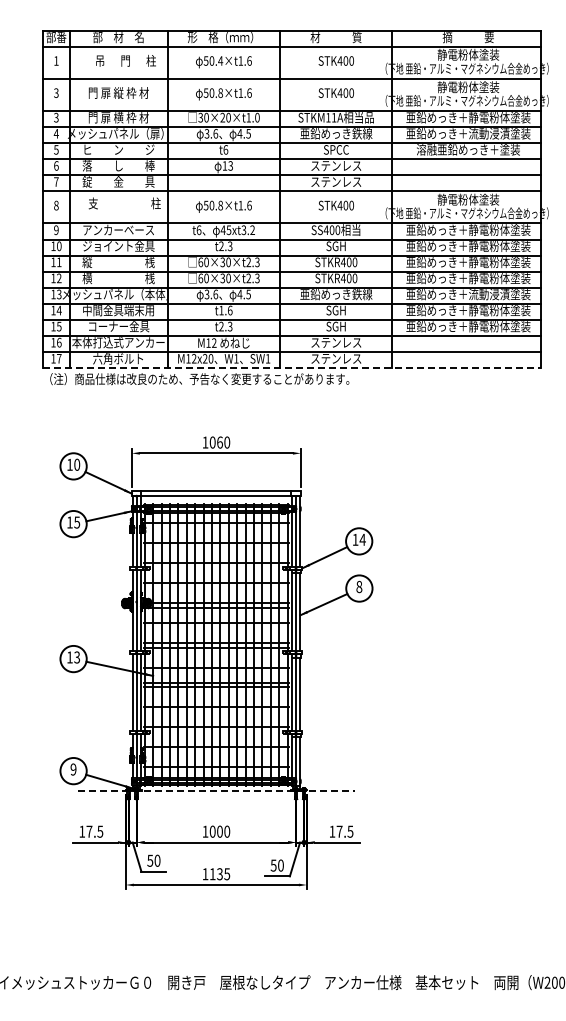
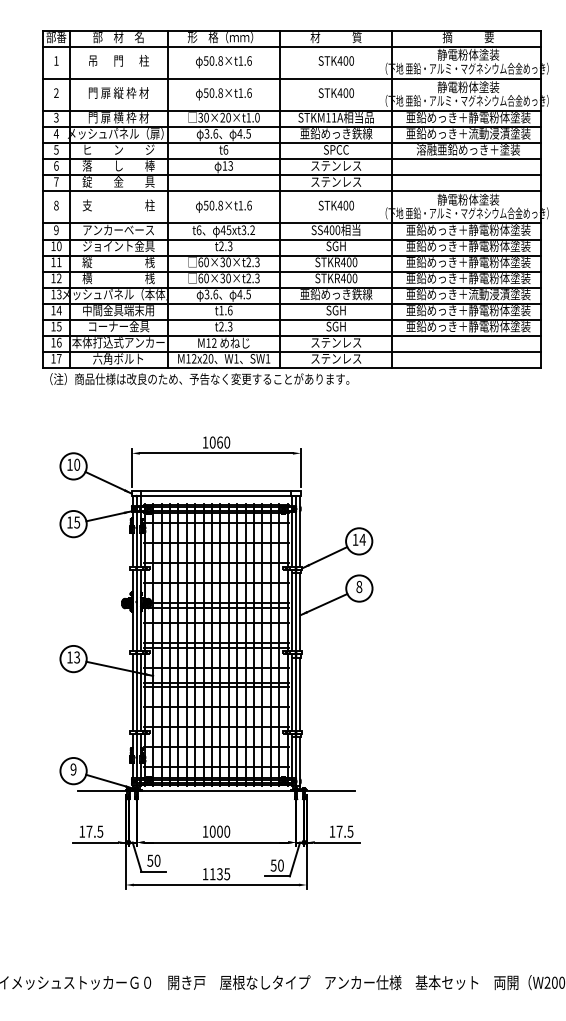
text at (125, 60) position: (125, 60) -> (118, 60)
text at (220, 60): 50.4×t1.6 -> 50.8×t1.6
text at (56, 93): 3 -> 2
text at (124, 203) position: (124, 203) -> (118, 205)
line at (292, 368): dashed -> solid
line at (216, 791): dashed -> solid
